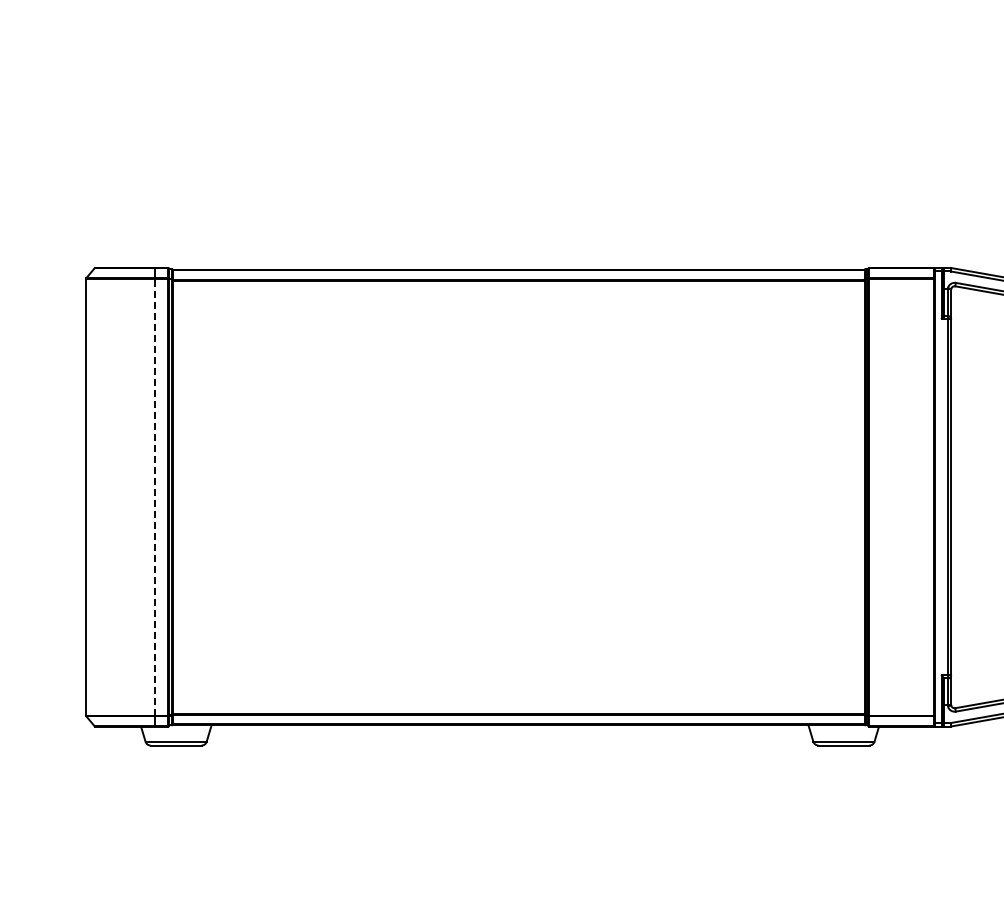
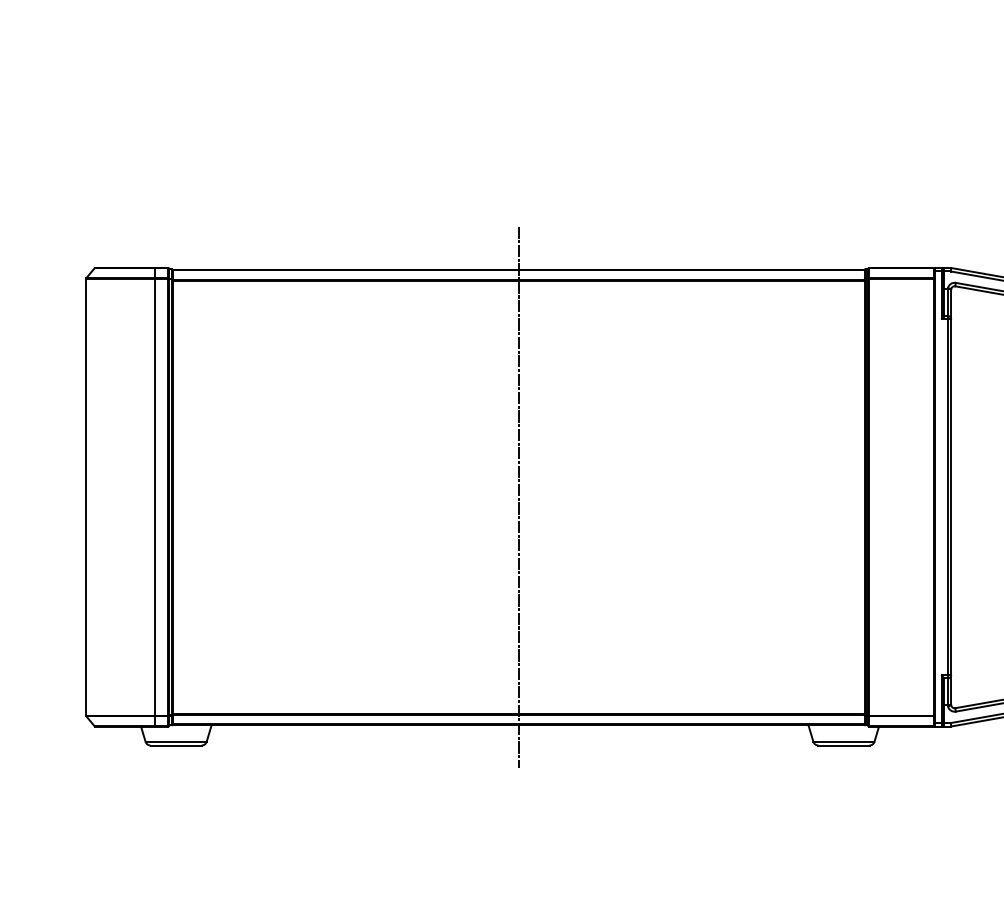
line at (155, 496): dashed -> solid
line at (518, 497): none -> present
